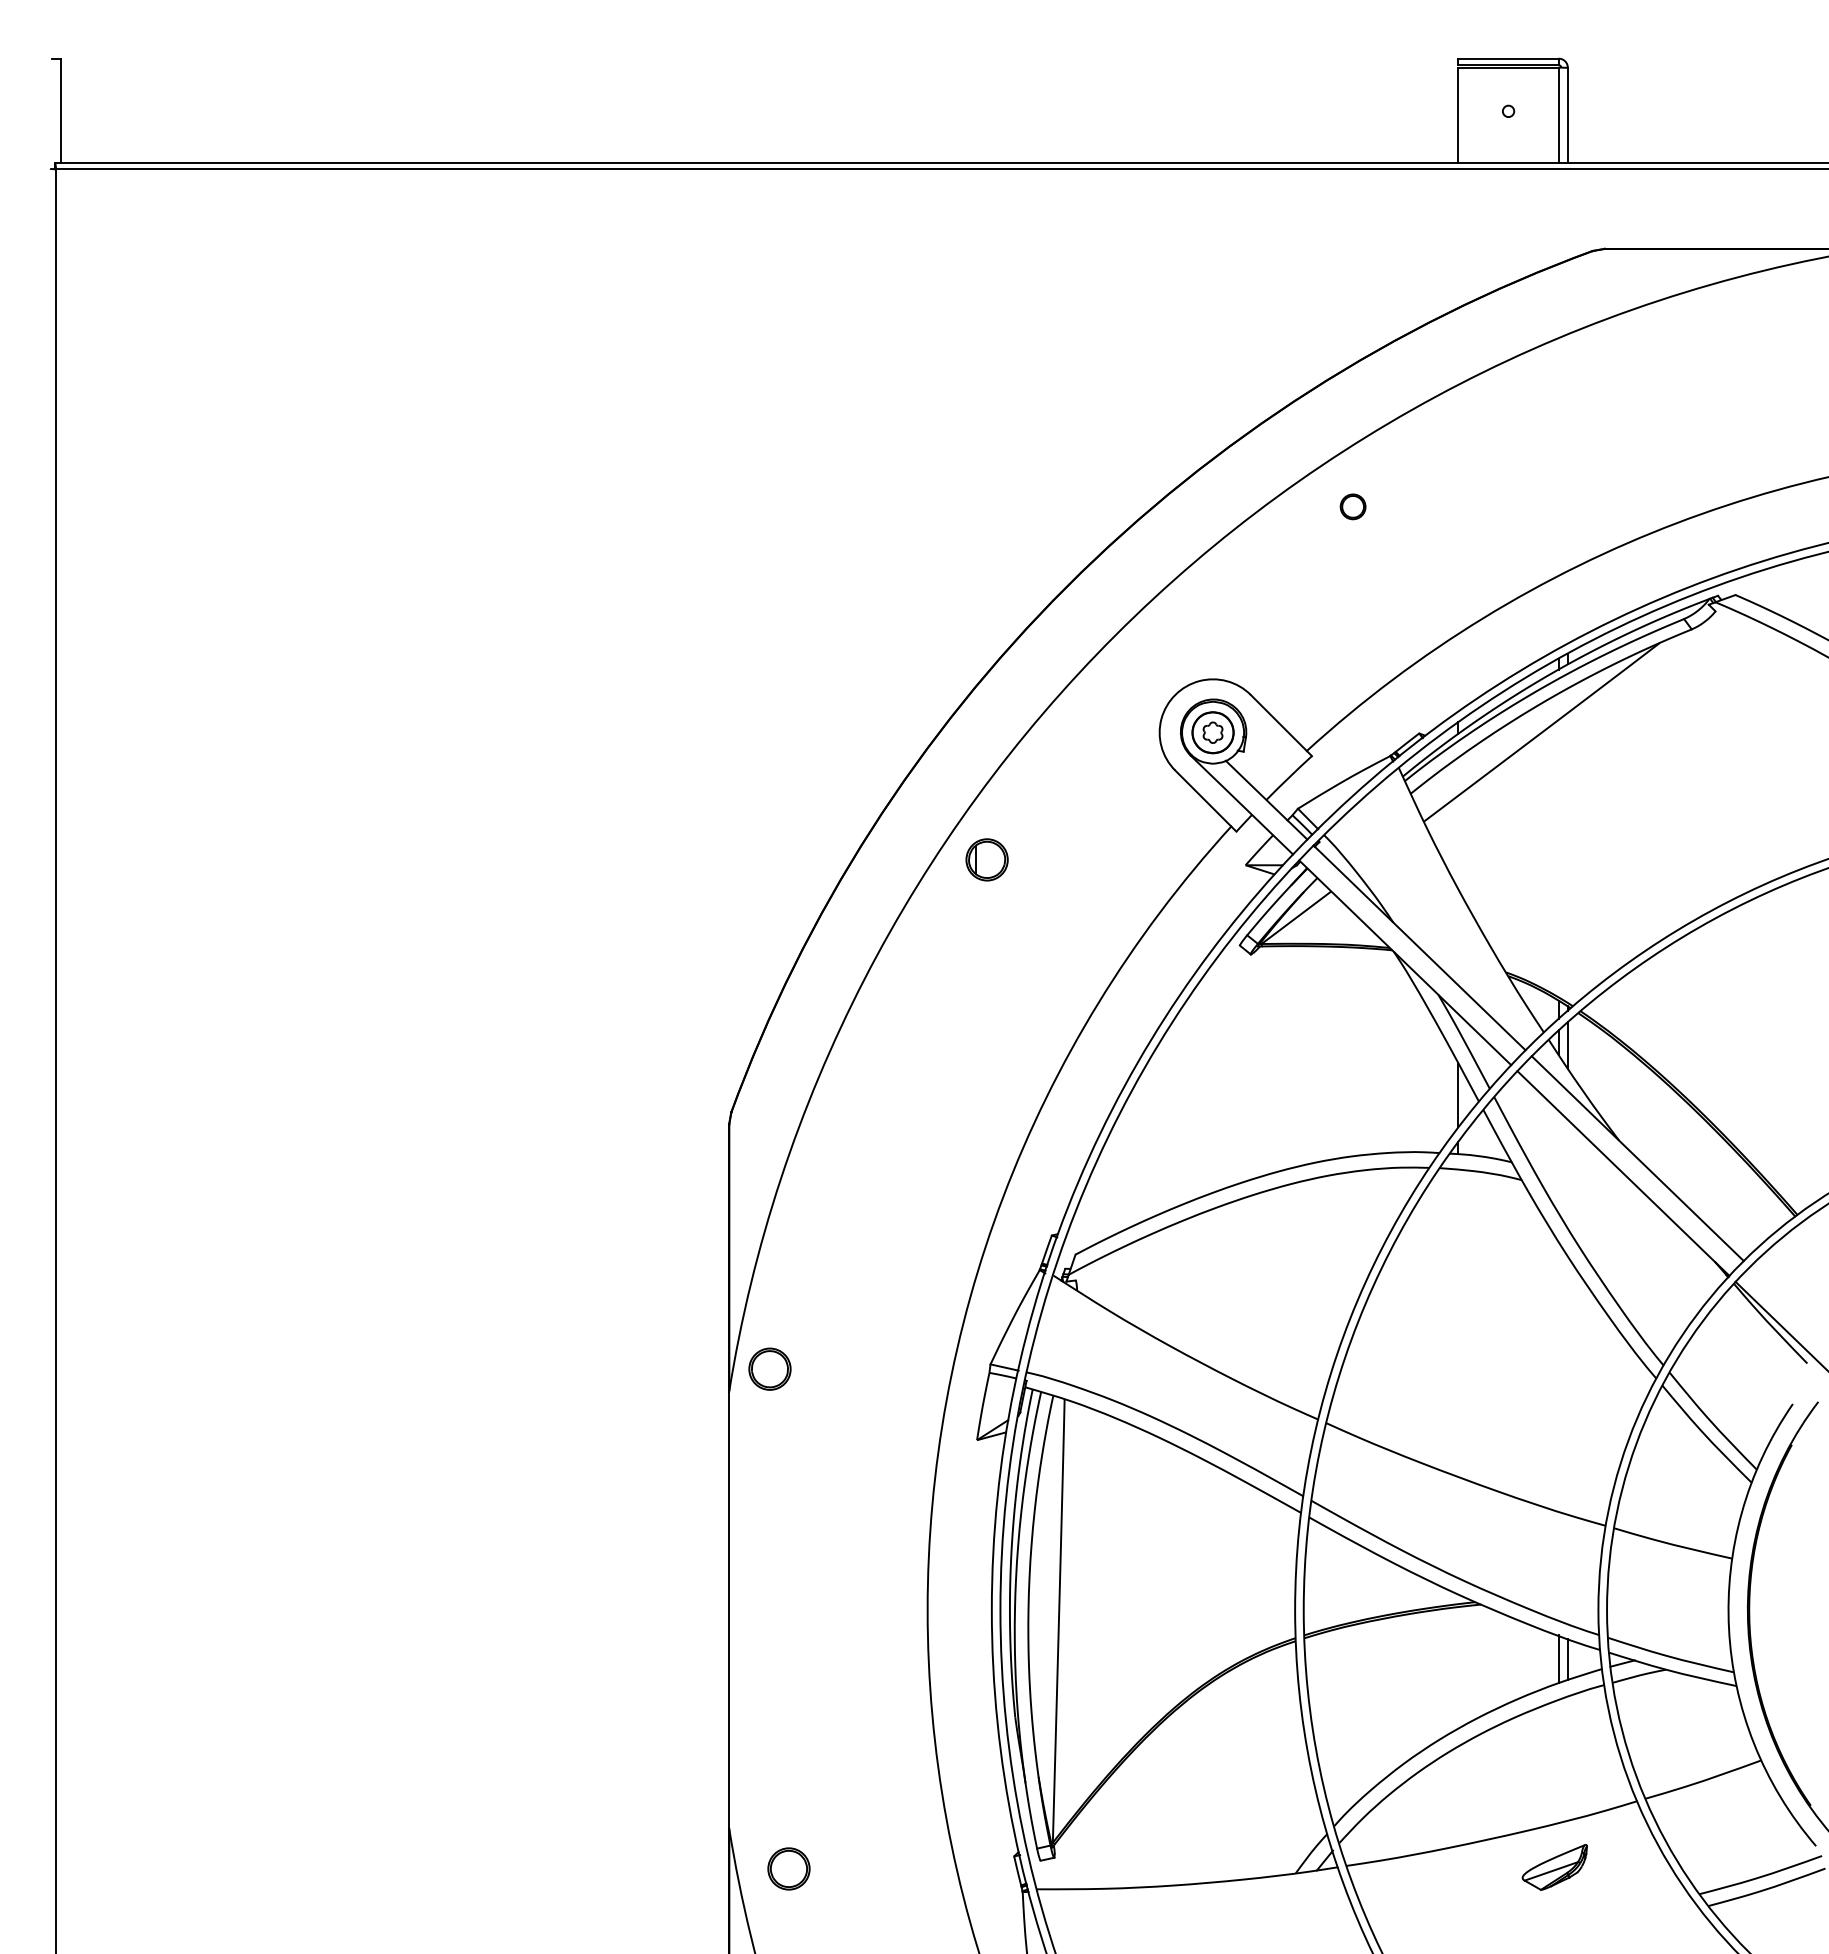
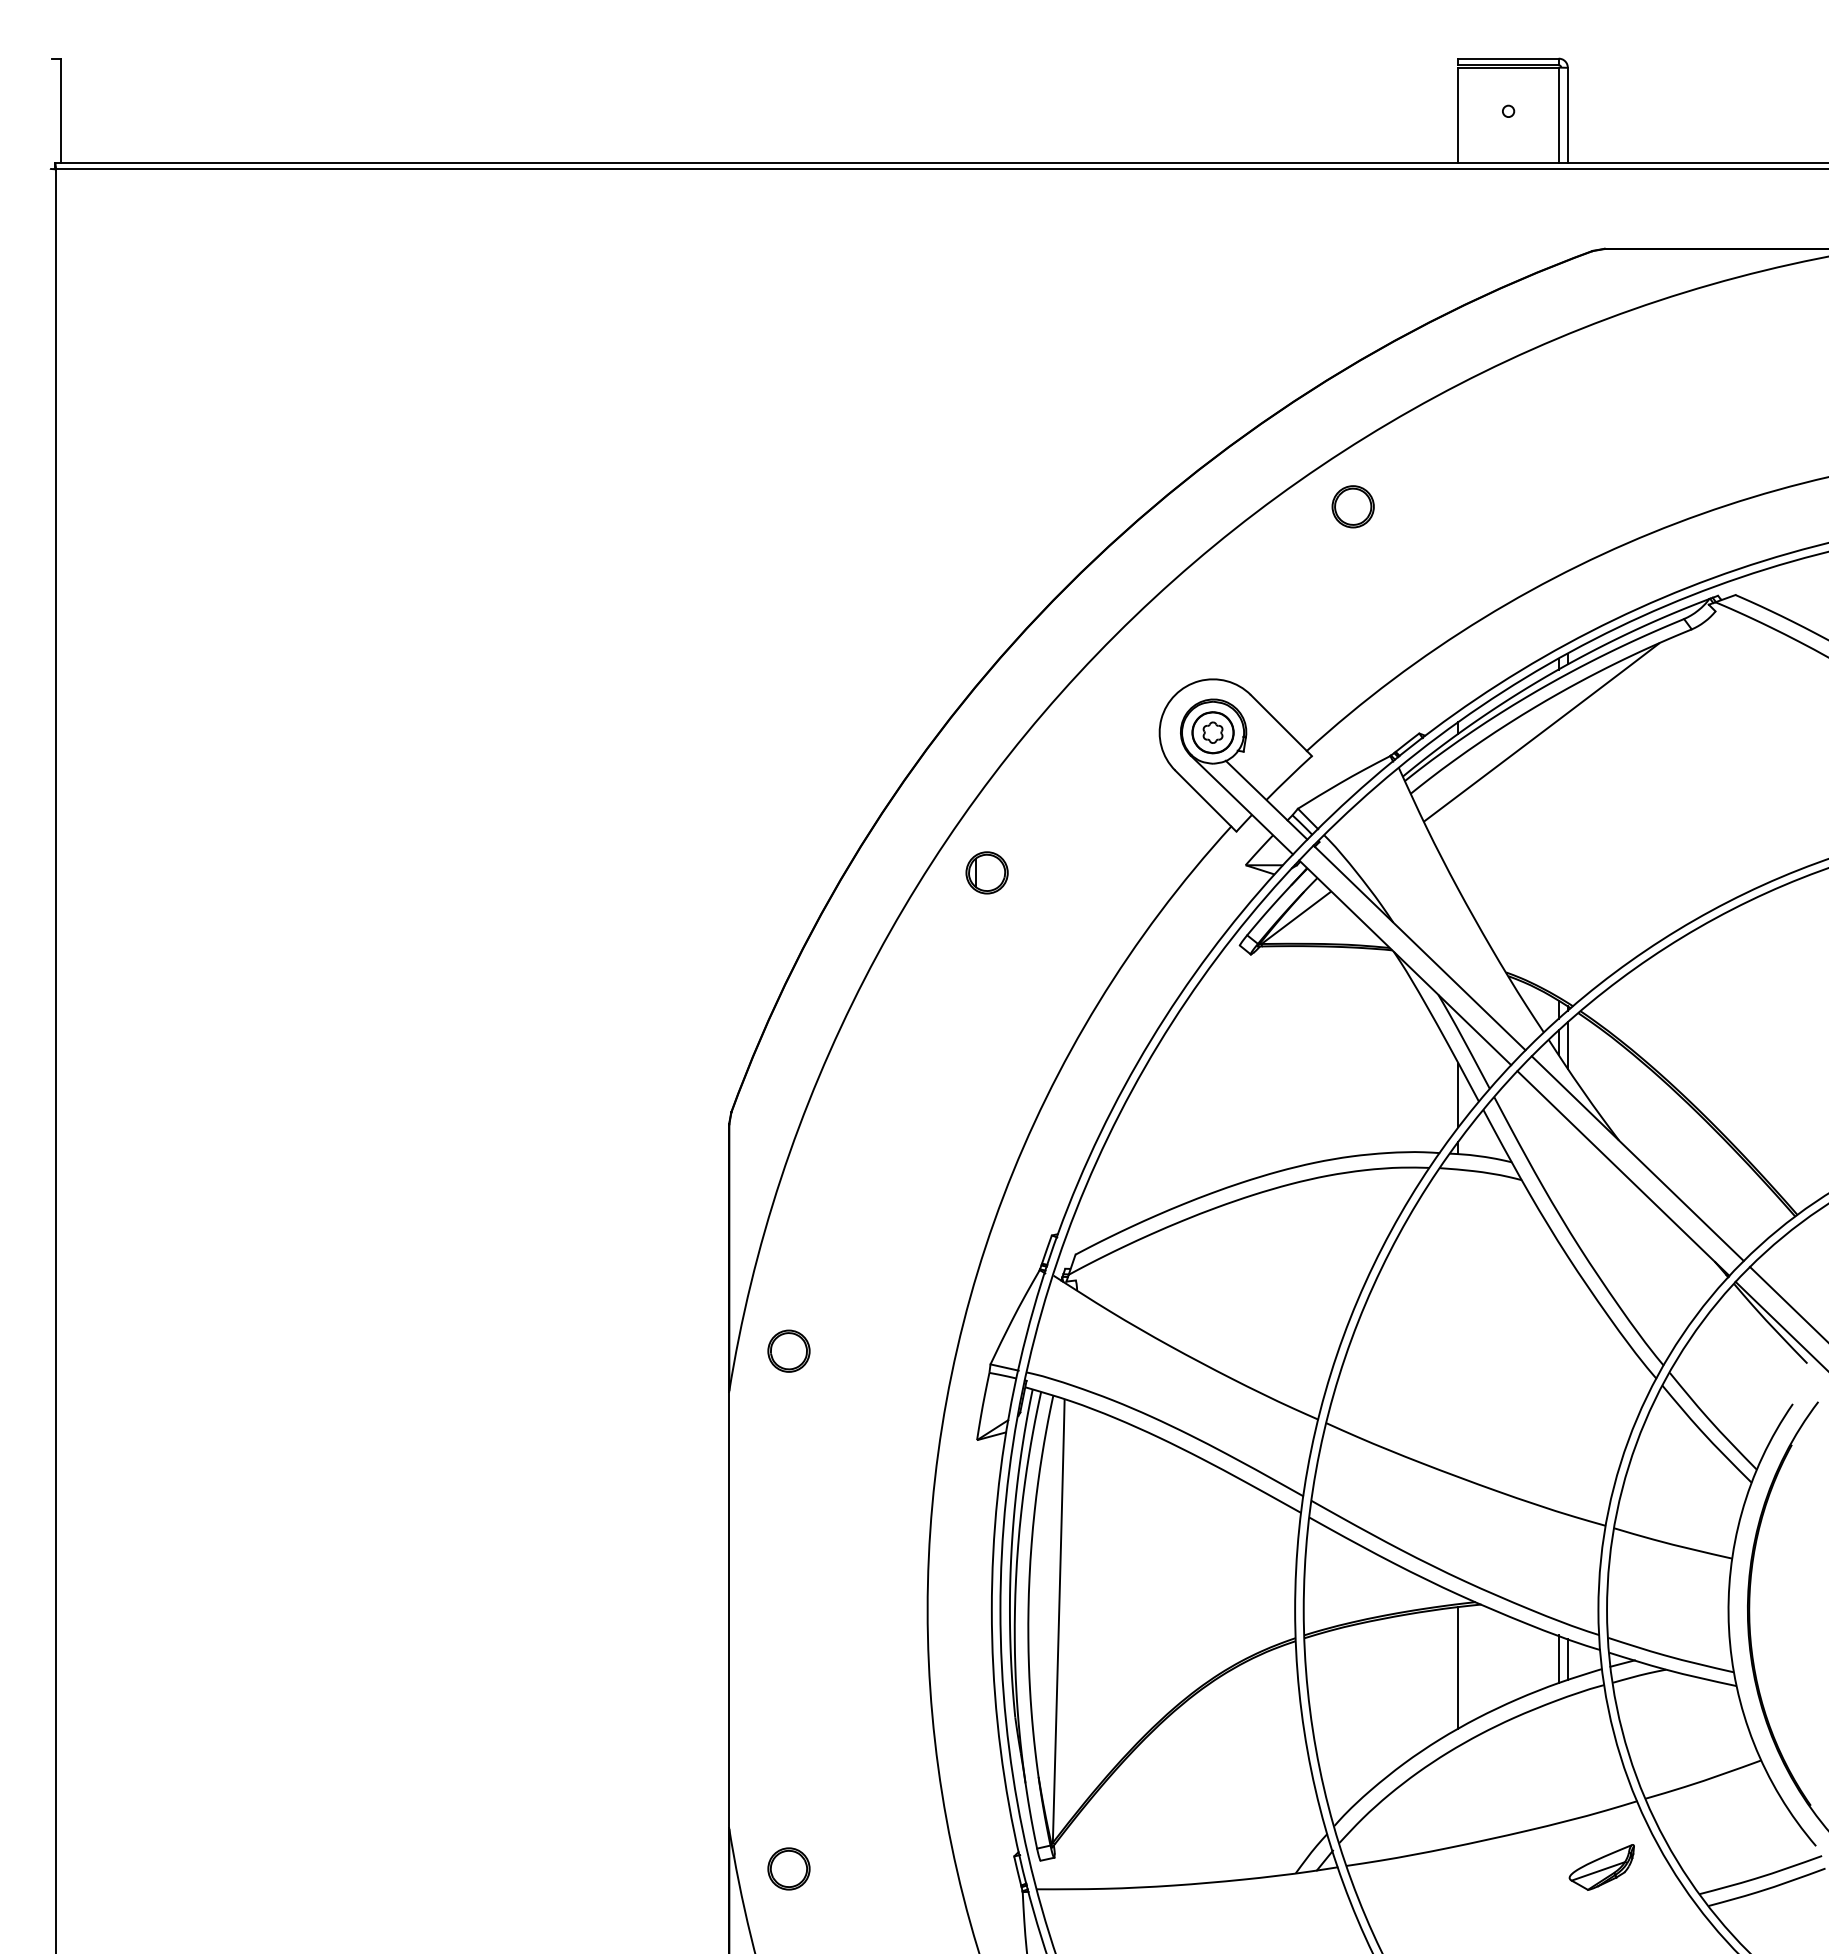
part at (1352, 506) size: 28x28 px -> 44x44 px
part at (986, 859) position: (986, 859) -> (986, 872)
line at (1787, 1303): none -> present
part at (769, 1368) position: (769, 1368) -> (788, 1350)
line at (1458, 1667): none -> present
part at (1554, 1867) position: (1554, 1867) -> (1601, 1867)
